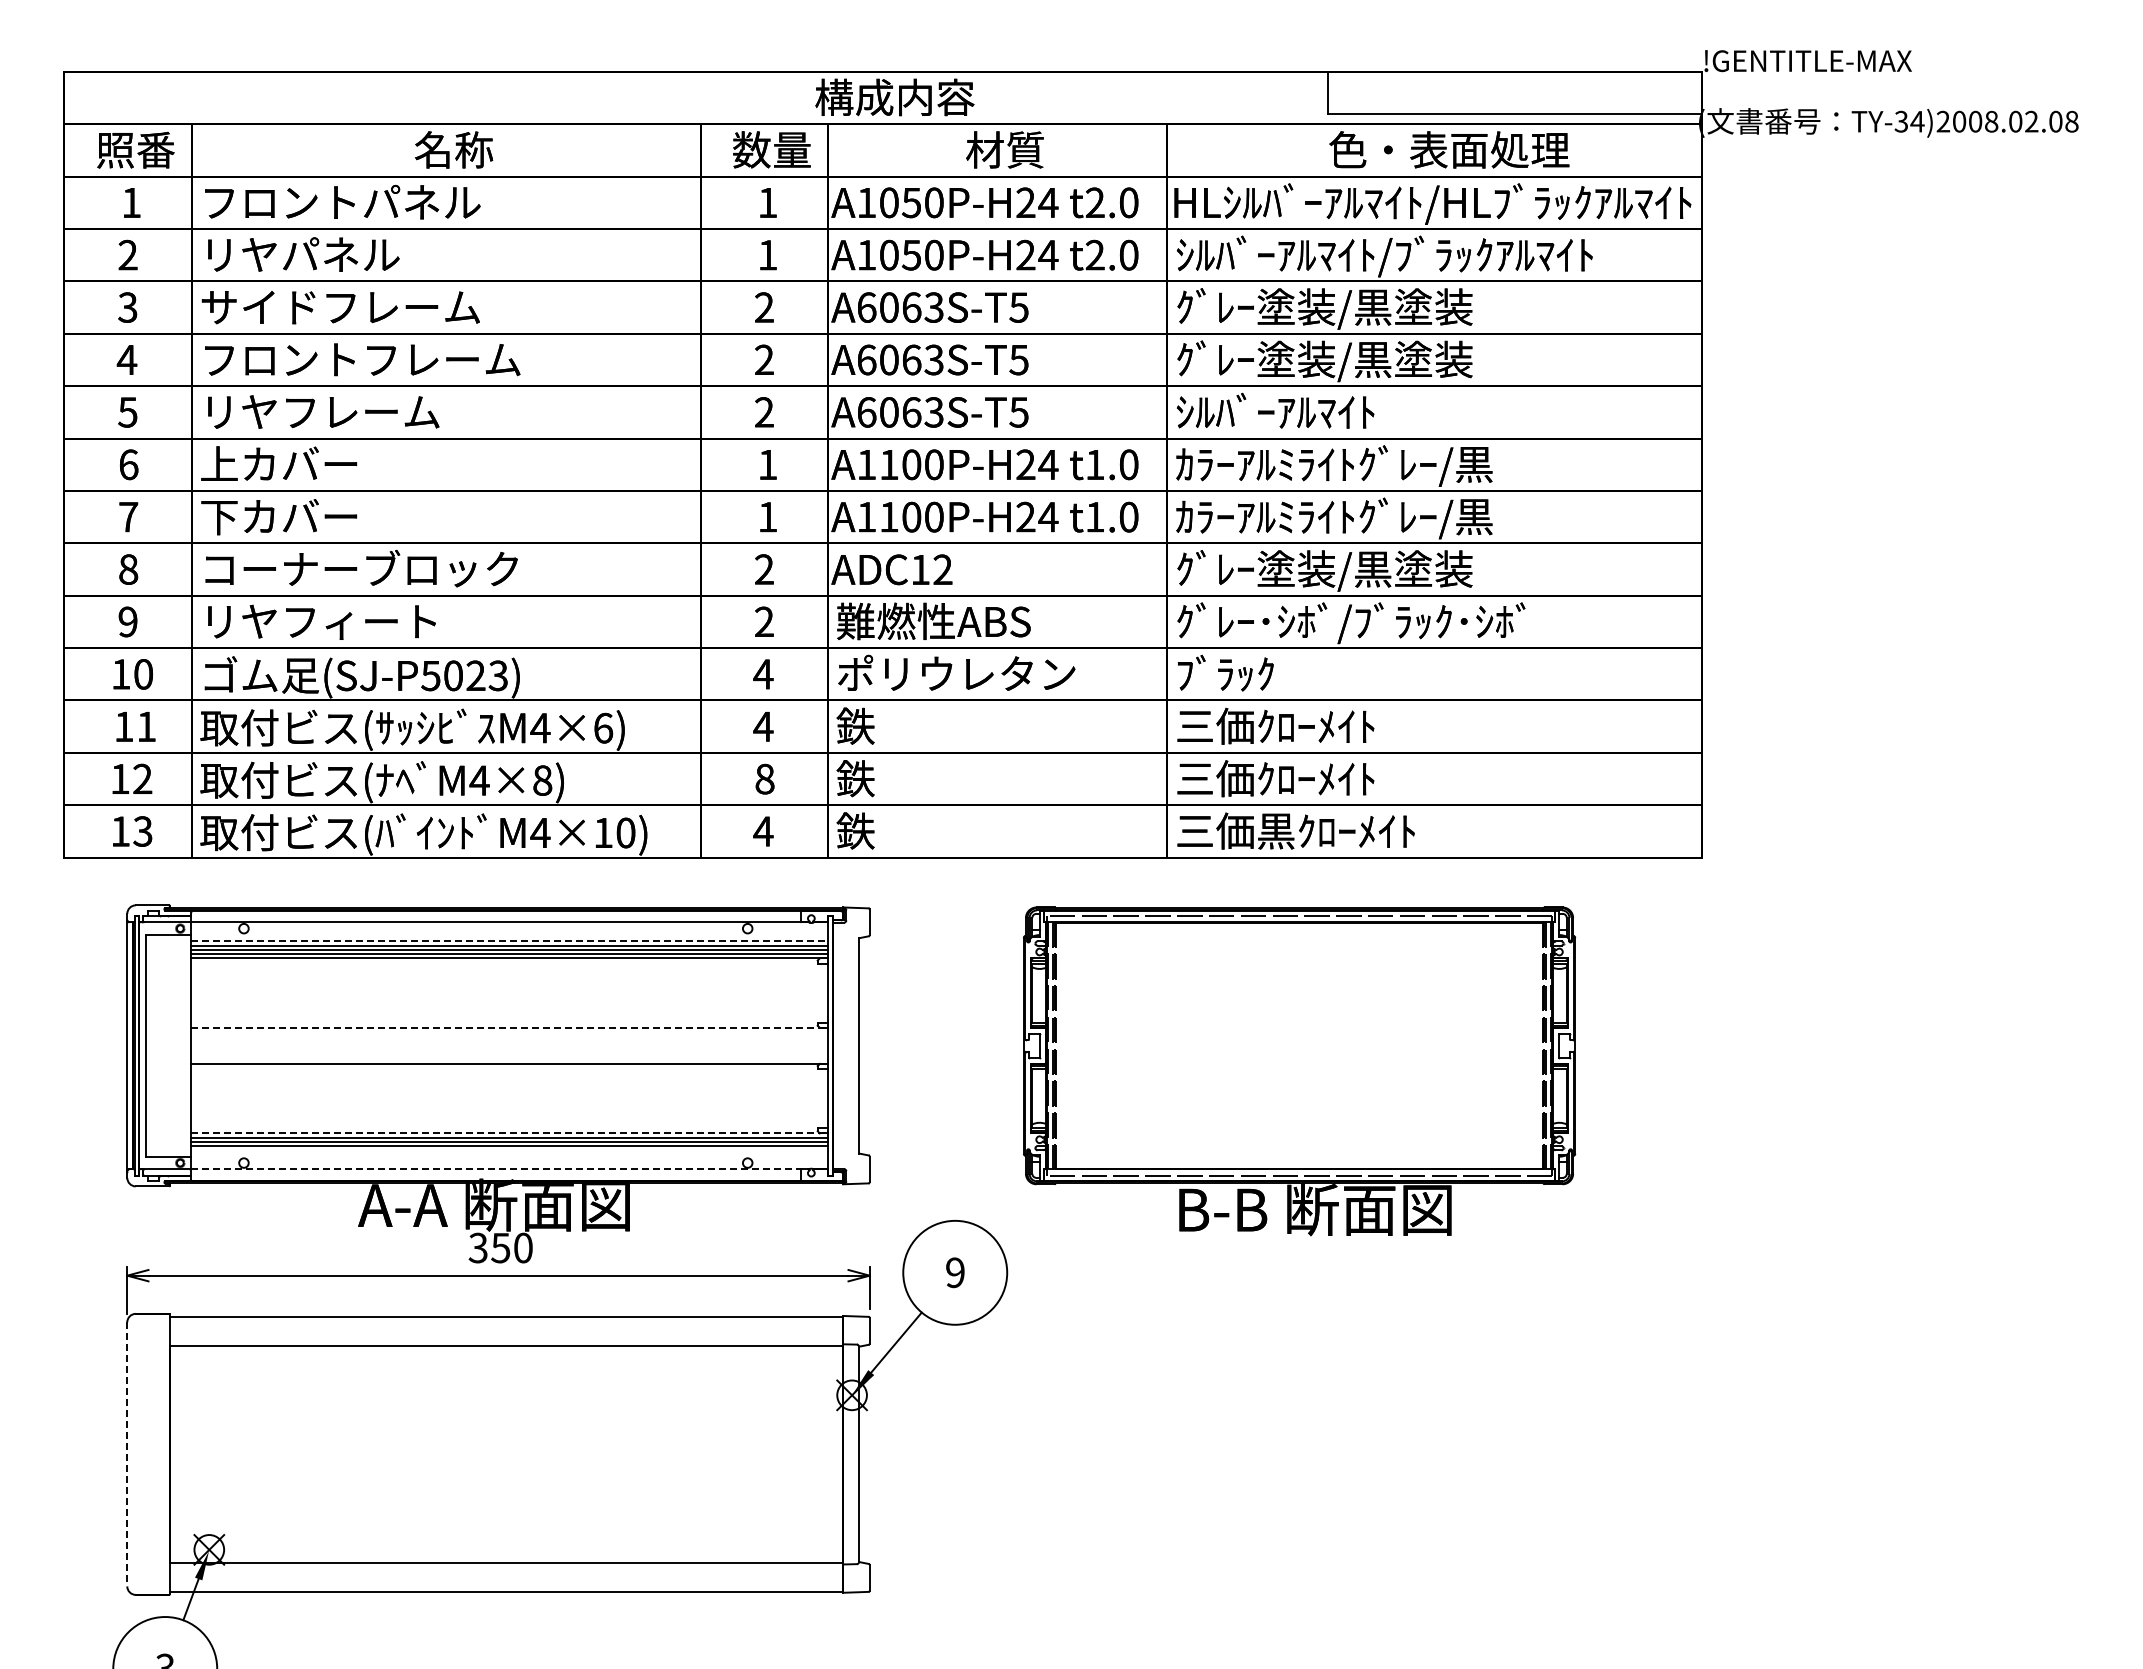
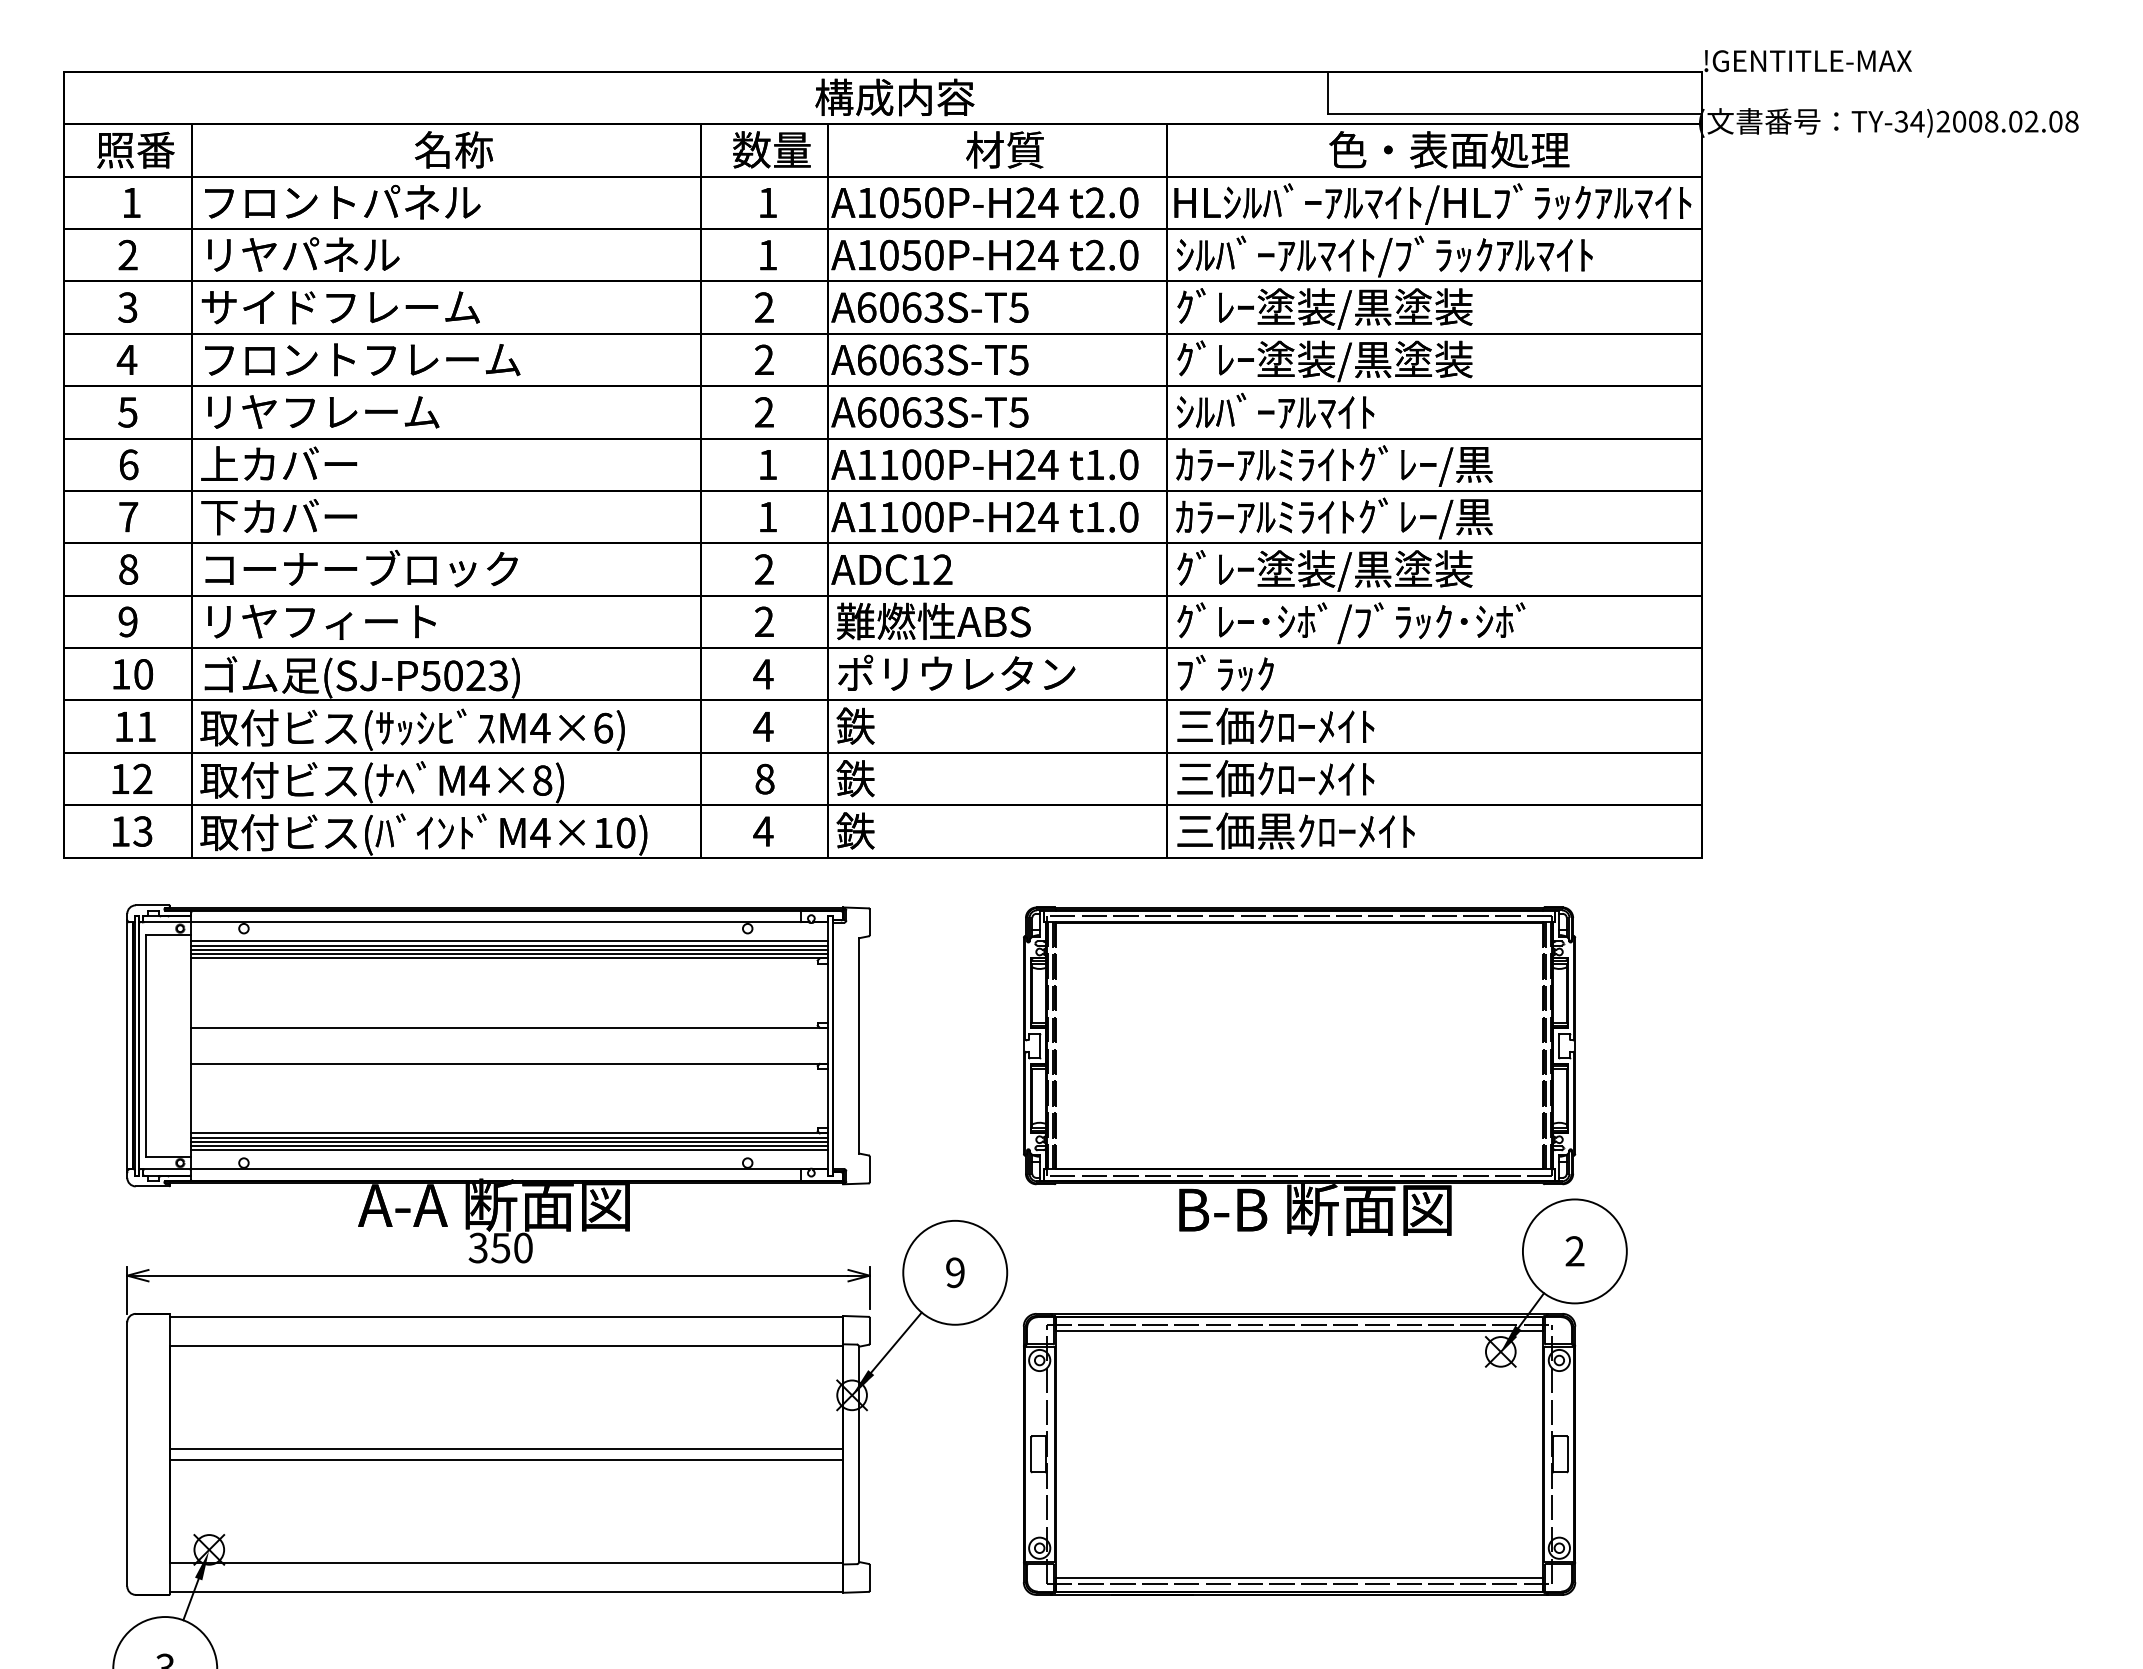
line at (509, 941): dashed -> solid
line at (509, 1027): dashed -> solid
line at (509, 1133): dashed -> solid
line at (509, 1150): none -> present
line at (499, 1169): dashed -> solid
part at (1325, 1396): none -> present
line at (506, 1448): none -> present
line at (127, 1454): dashed -> solid
line at (506, 1460): none -> present
